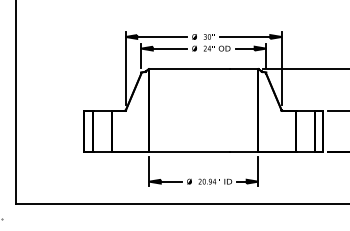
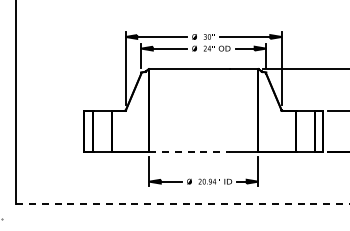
line at (190, 152): solid -> dashed
line at (183, 204): solid -> dashed
